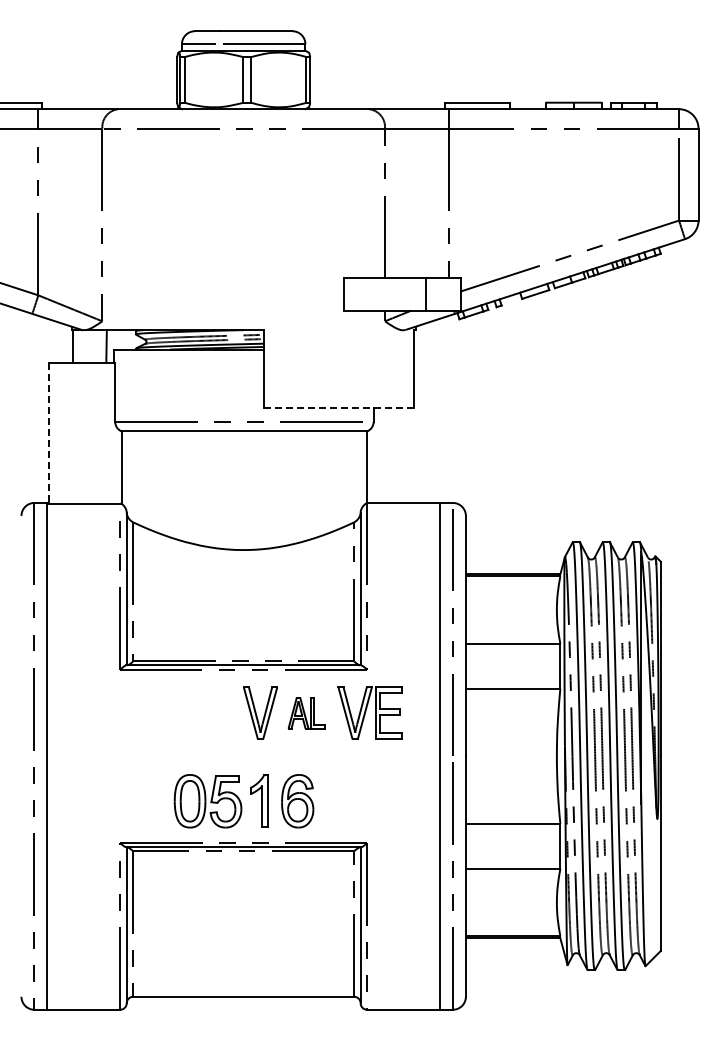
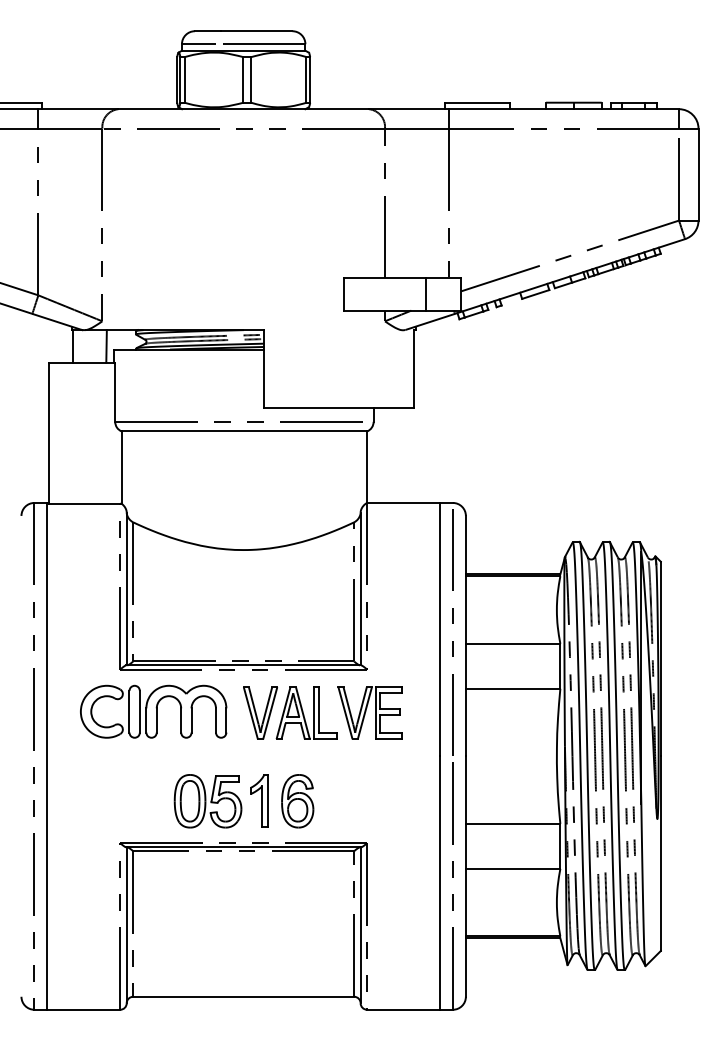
line at (339, 408): dashed -> solid
line at (48, 433): dashed -> solid
part at (153, 711): none -> present
part at (306, 713) size: 39x33 px -> 63x54 px
